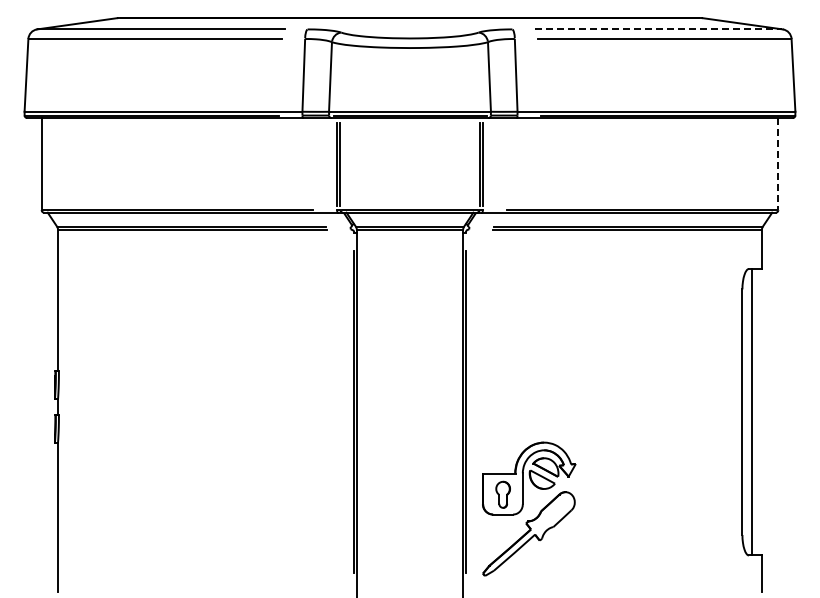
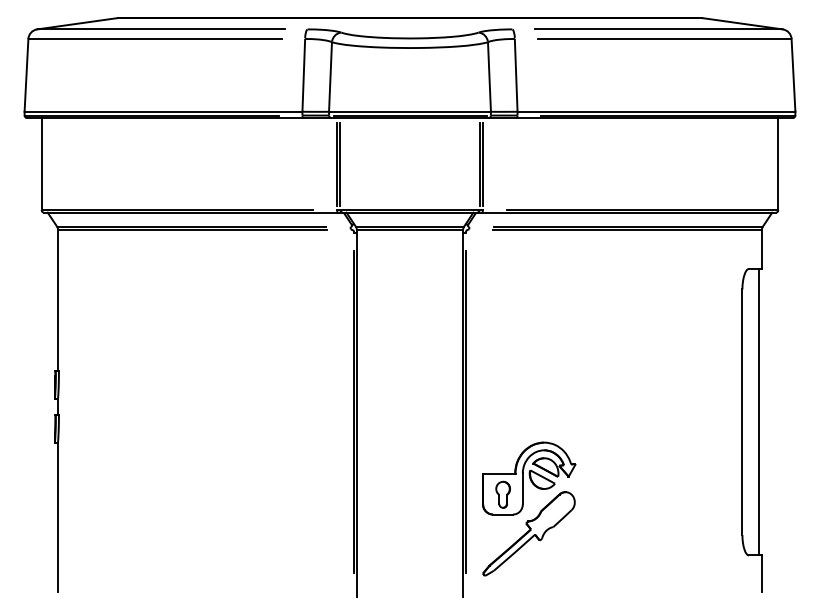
line at (659, 29): dashed -> solid
line at (778, 164): dashed -> solid
line at (751, 411) position: (751, 411) -> (758, 411)
